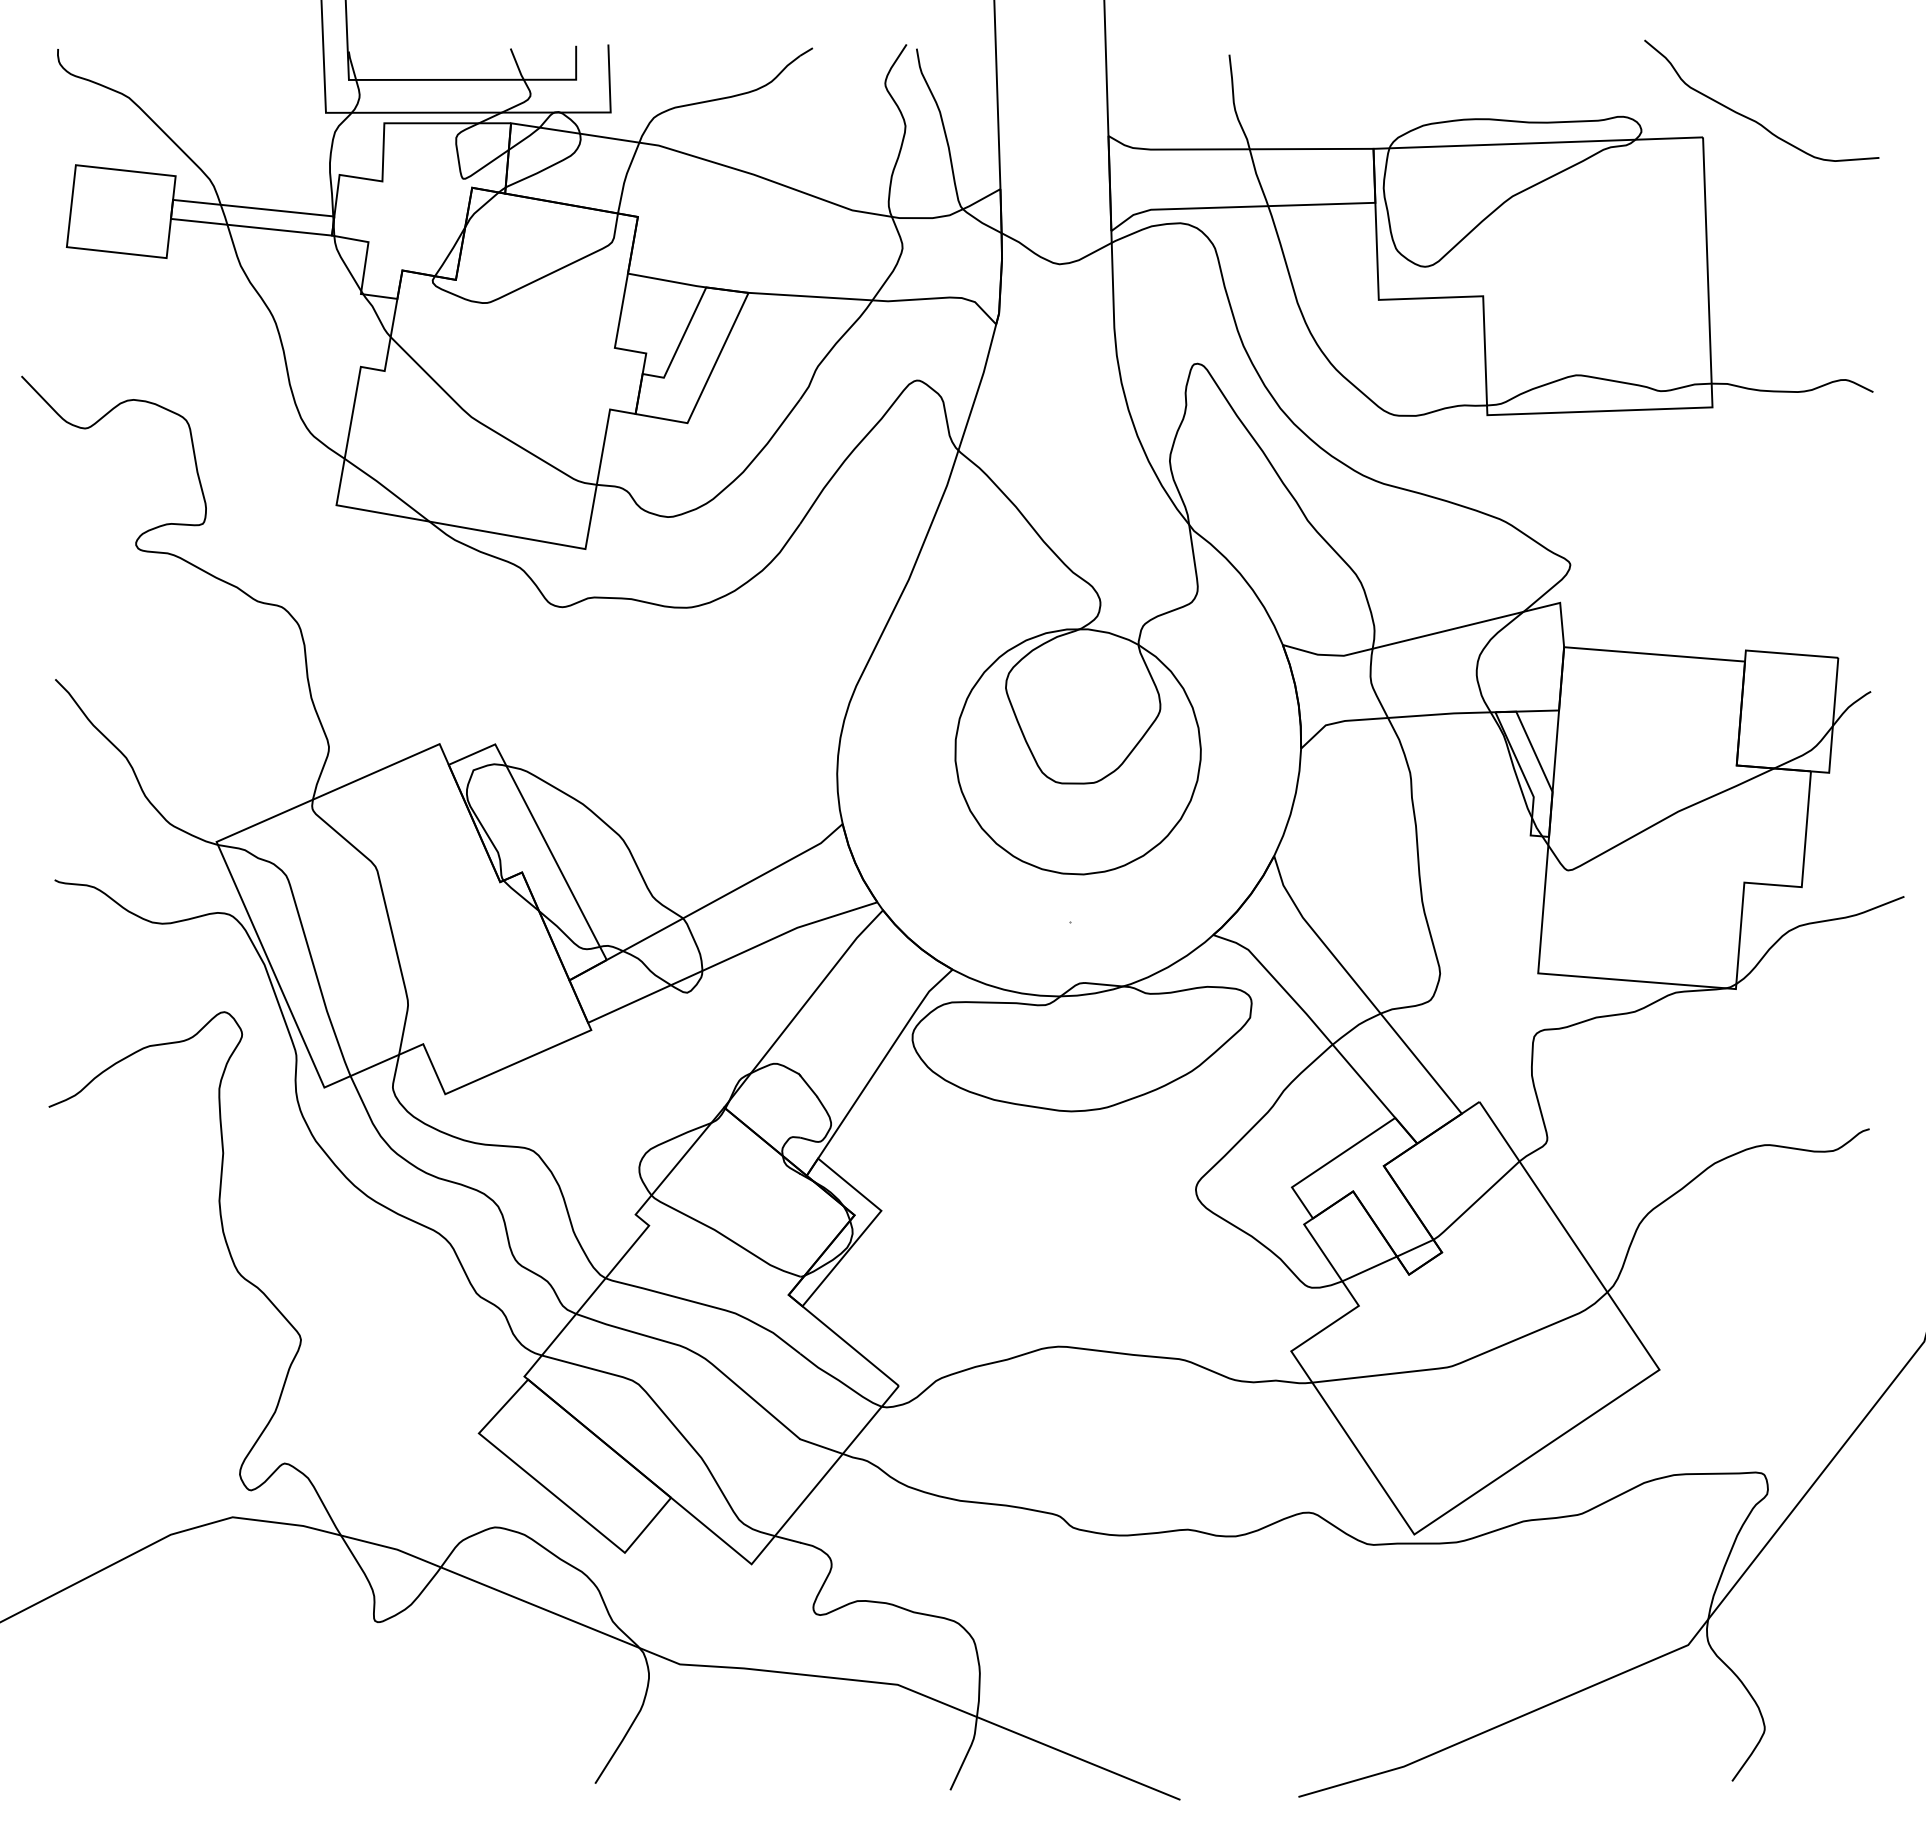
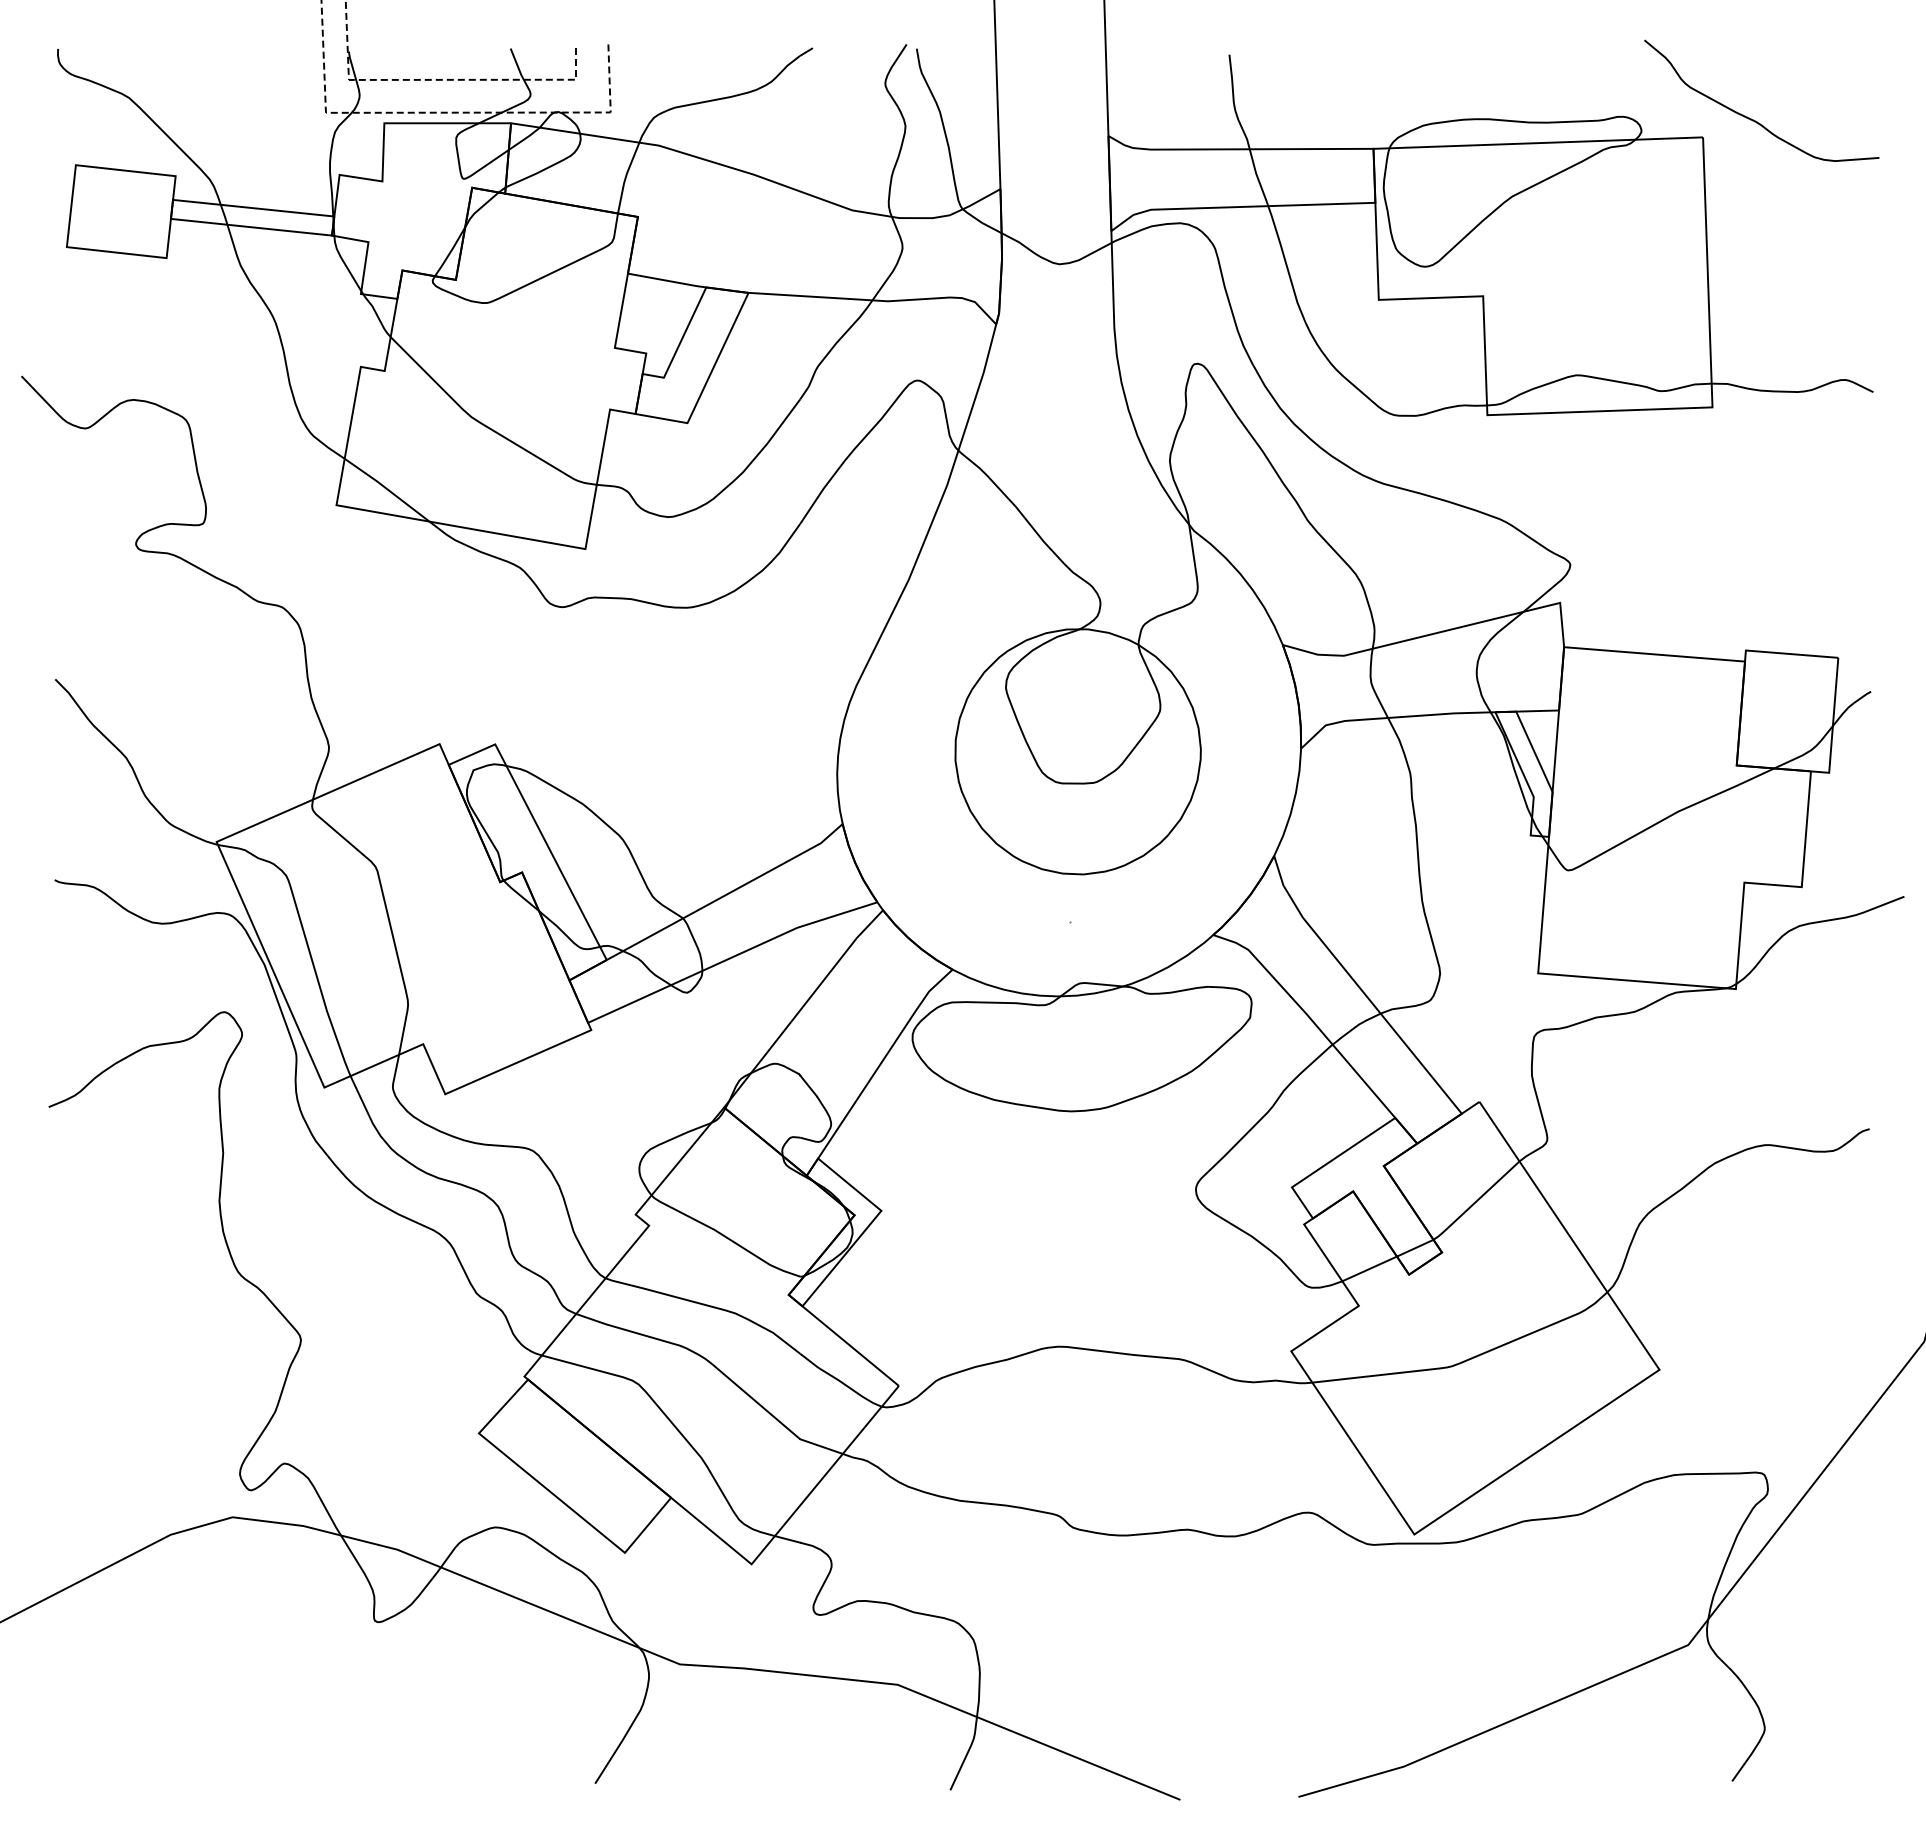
line at (439, 79): solid -> dashed
line at (446, 112): solid -> dashed
